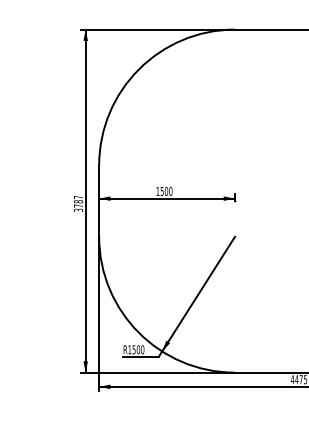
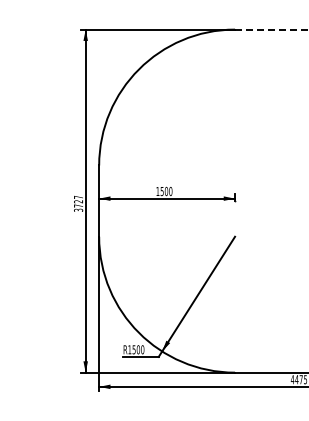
line at (271, 29): solid -> dashed
text at (78, 201): 3787 -> 3727
